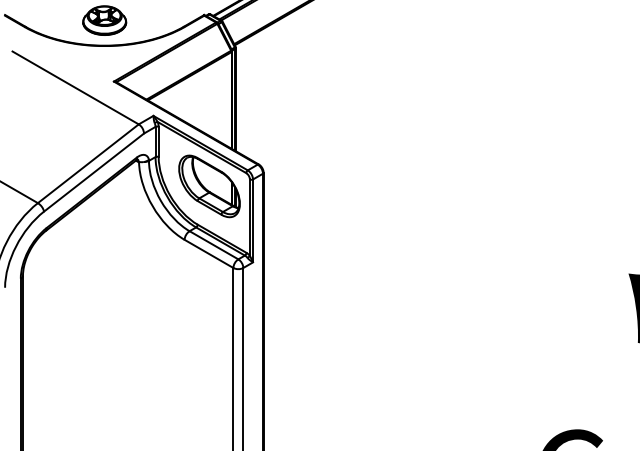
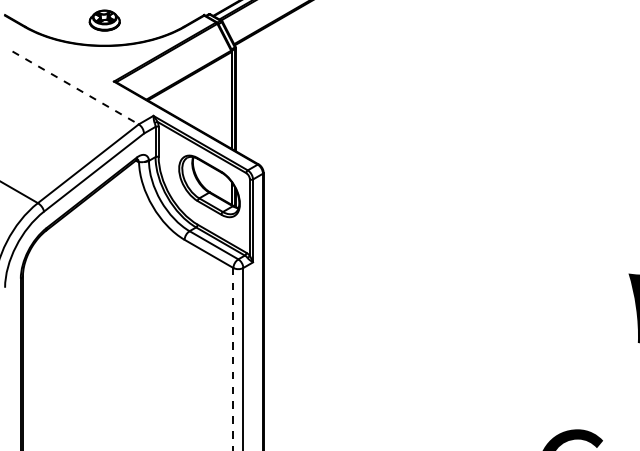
part at (104, 20) size: 46x31 px -> 33x23 px
line at (75, 87): solid -> dashed
line at (233, 359): solid -> dashed
